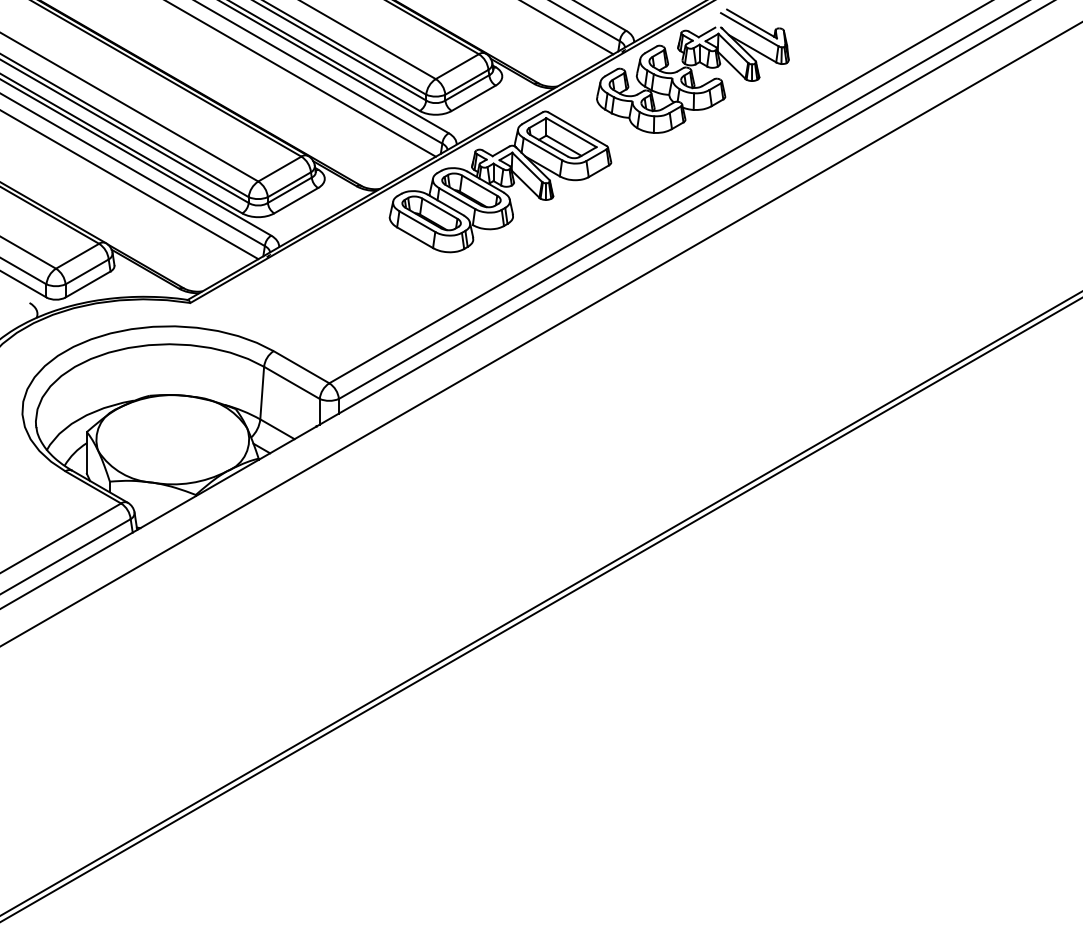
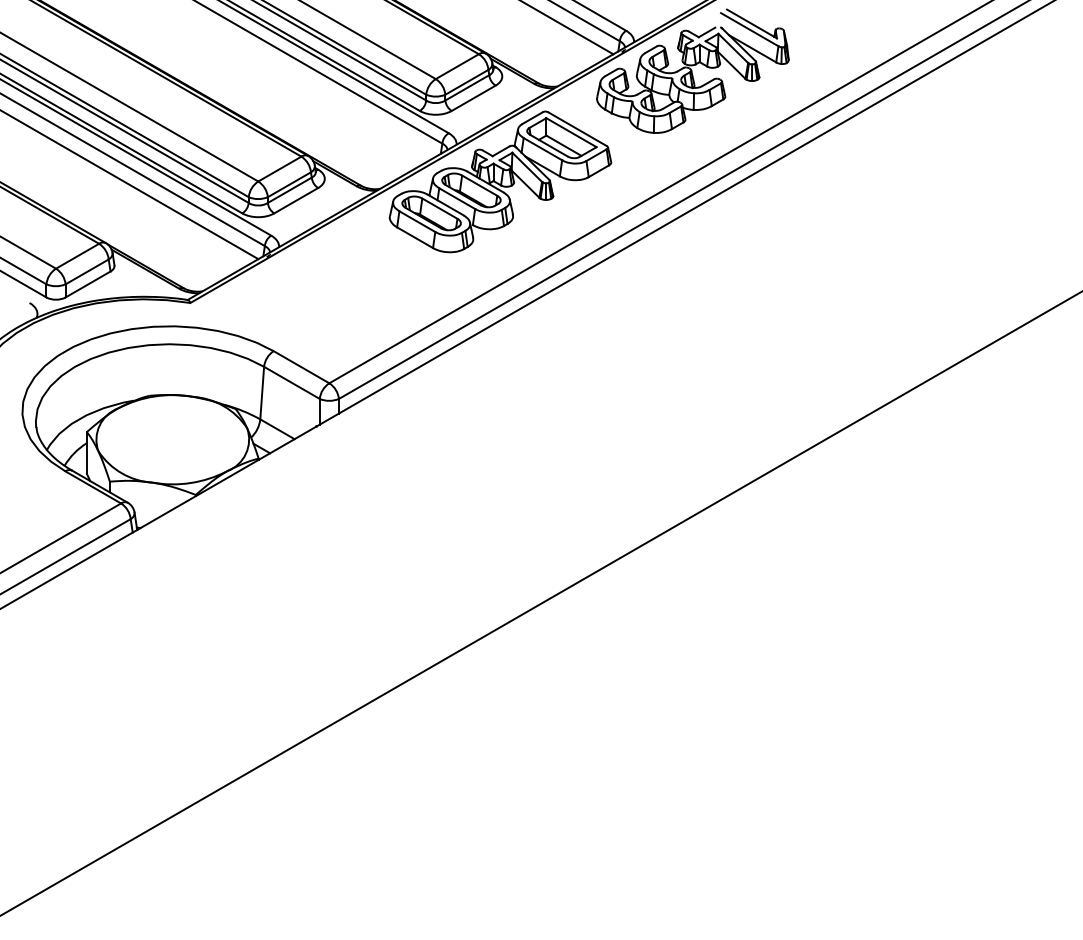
line at (301, 79): present -> none
line at (540, 334): present -> none
line at (540, 610): present -> none
